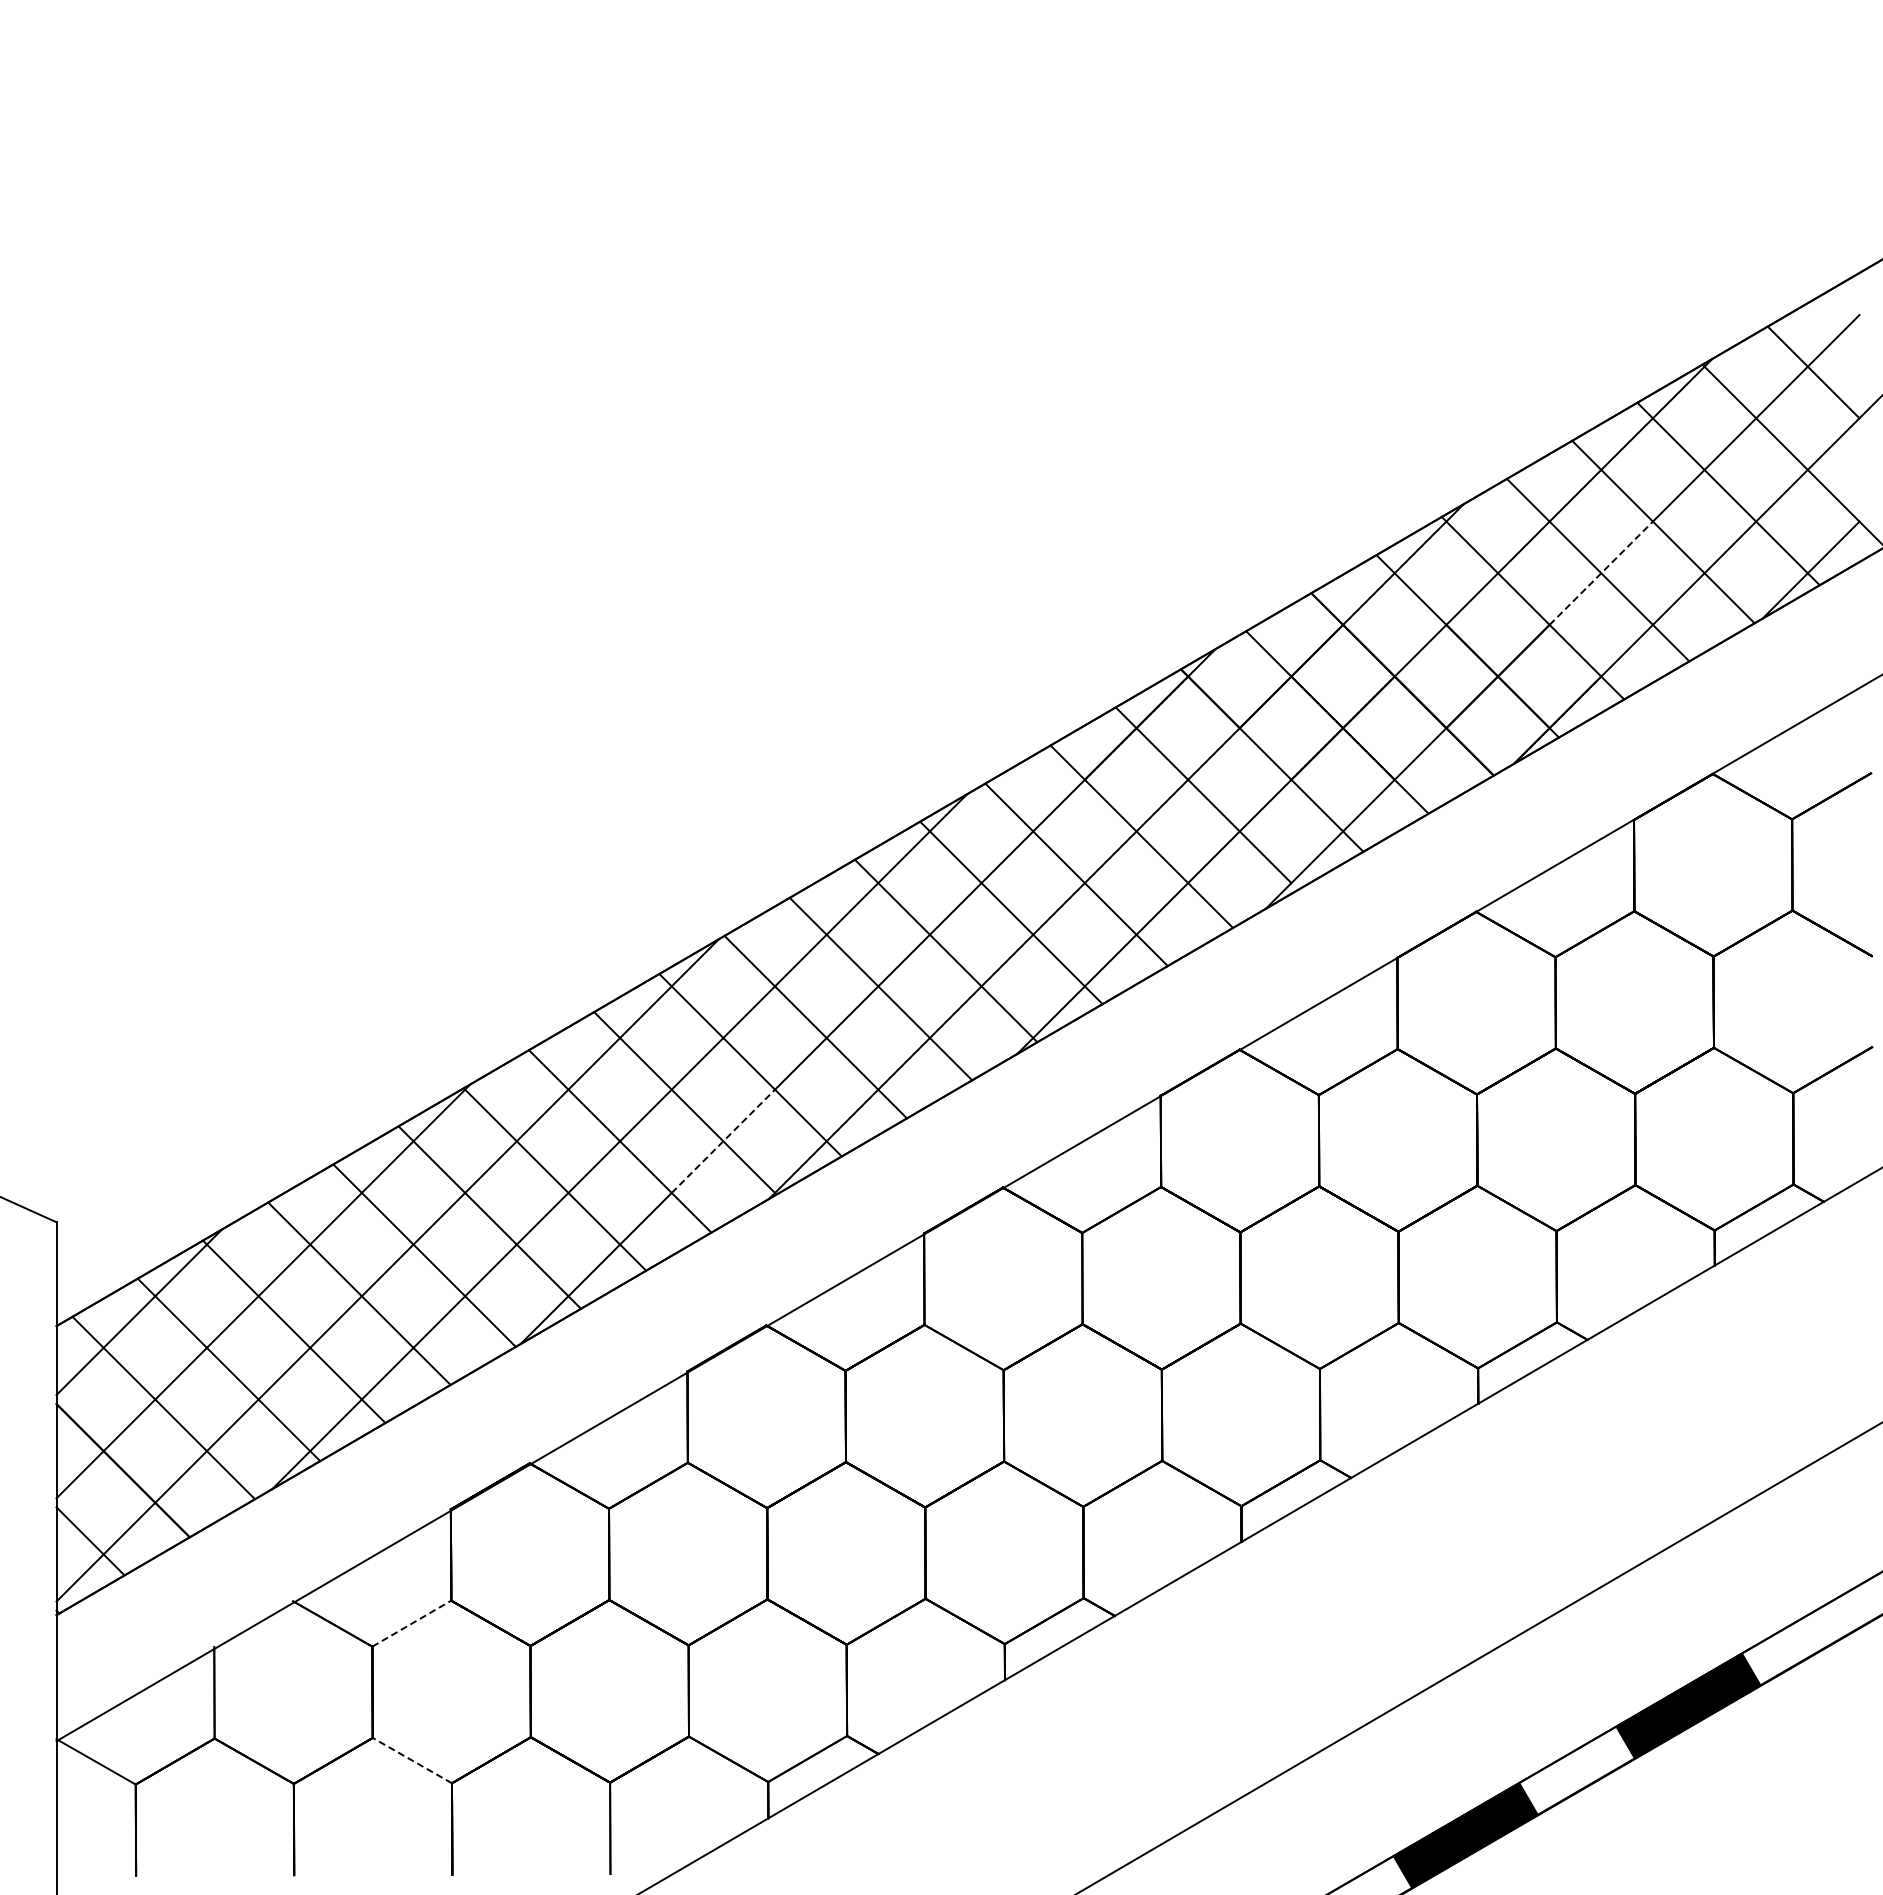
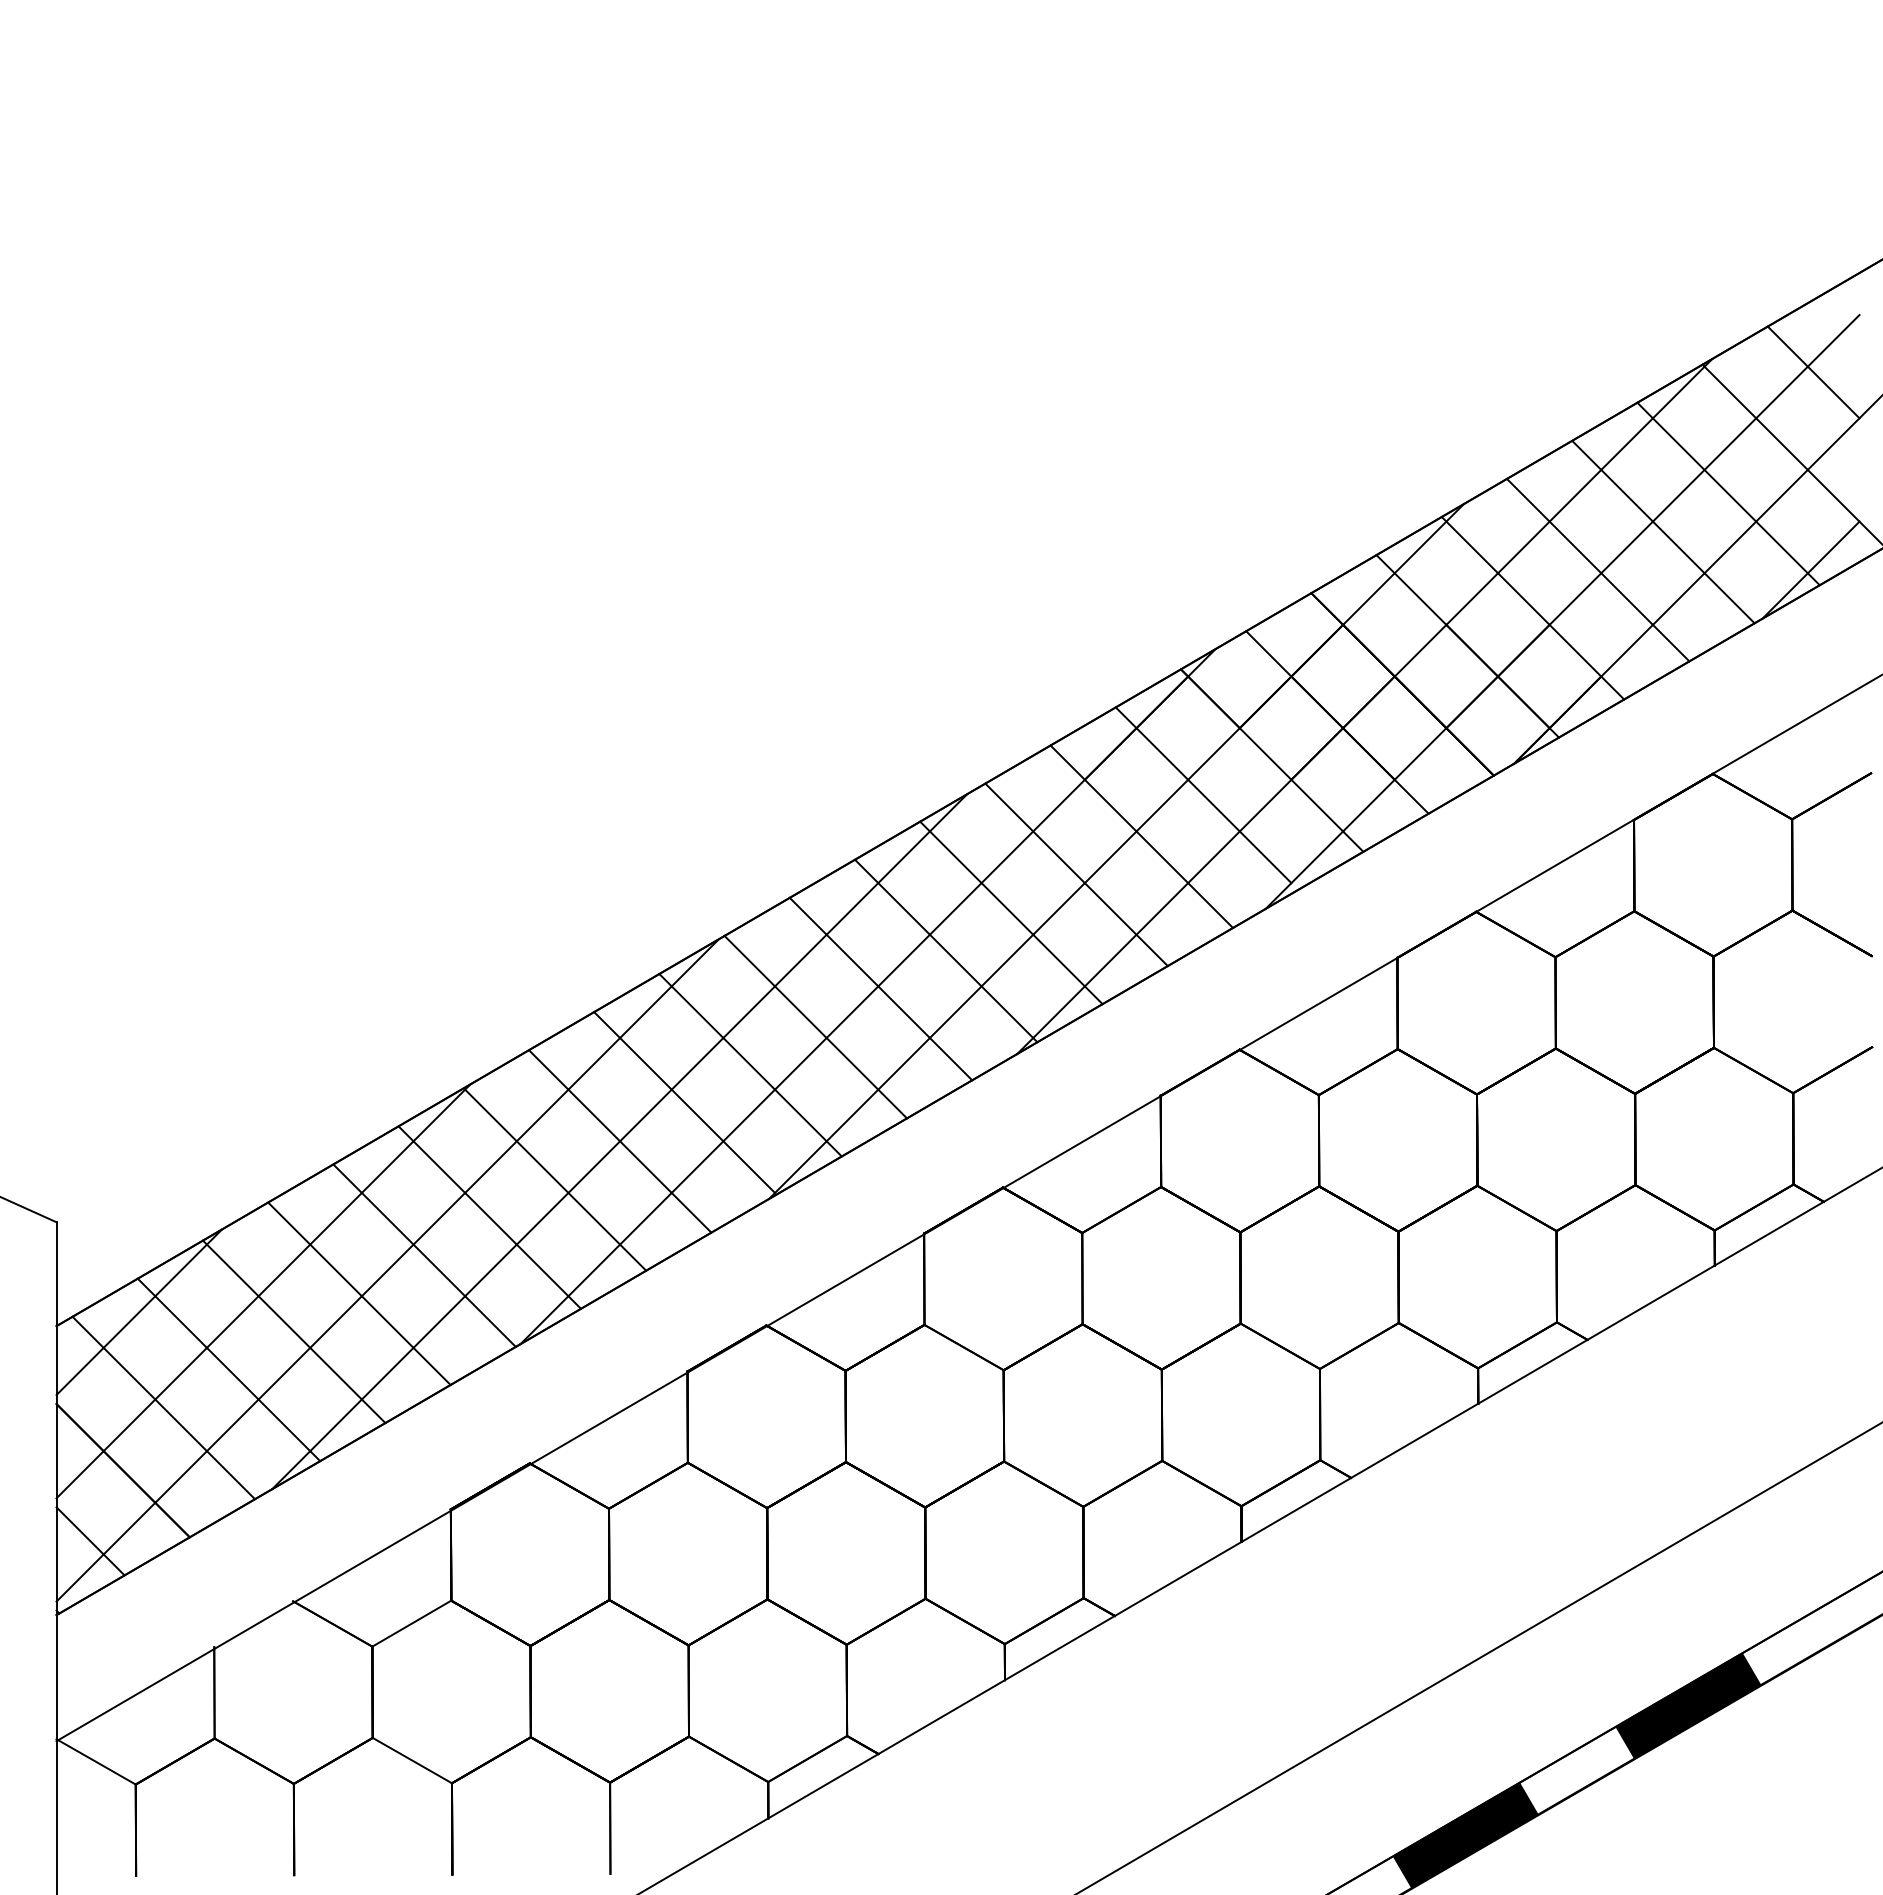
line at (1601, 573): dashed -> solid
line at (723, 1140): dashed -> solid
line at (411, 1623): dashed -> solid
line at (412, 1760): dashed -> solid
